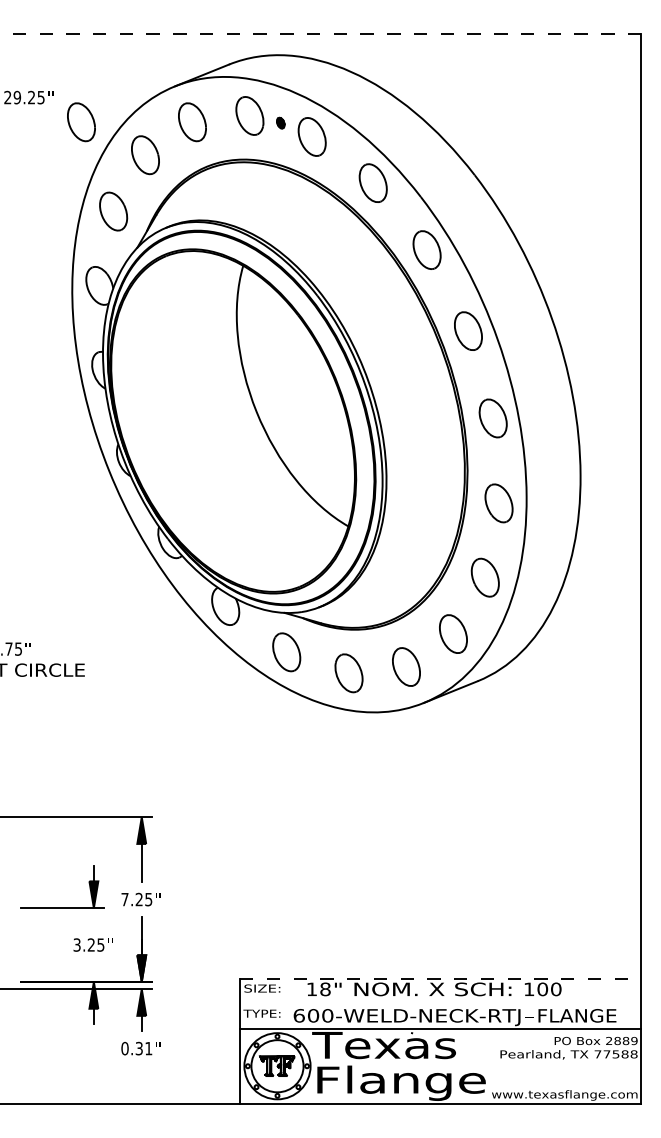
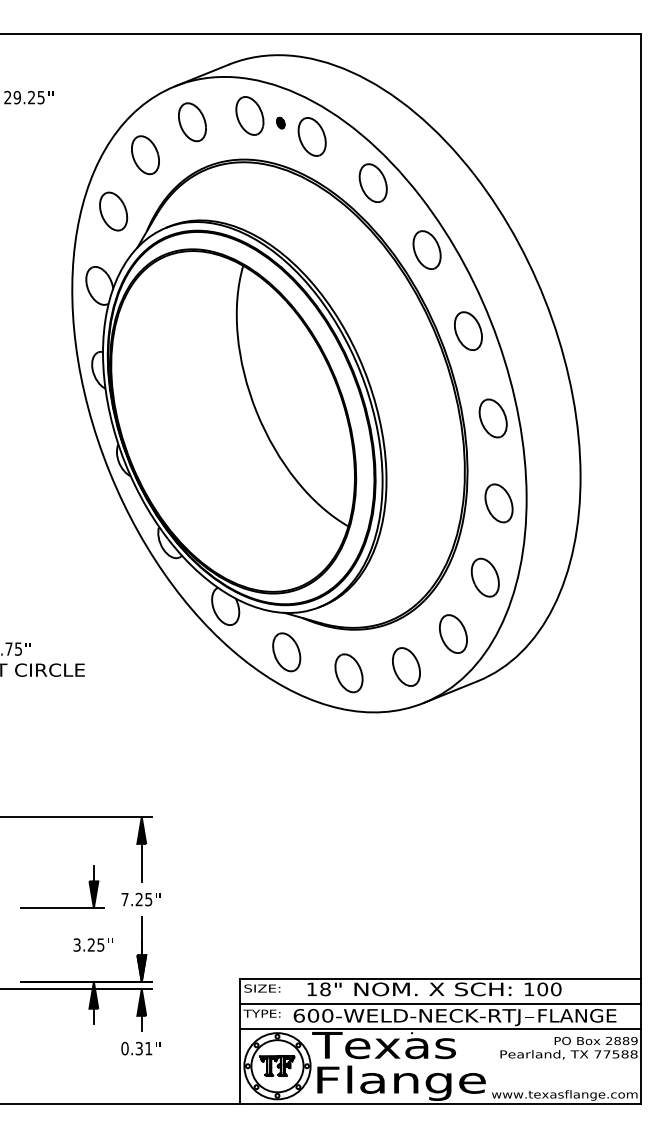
line at (321, 34): dashed -> solid
part at (81, 122): present -> none
line at (440, 978): dashed -> solid
line at (440, 1003): none -> present
